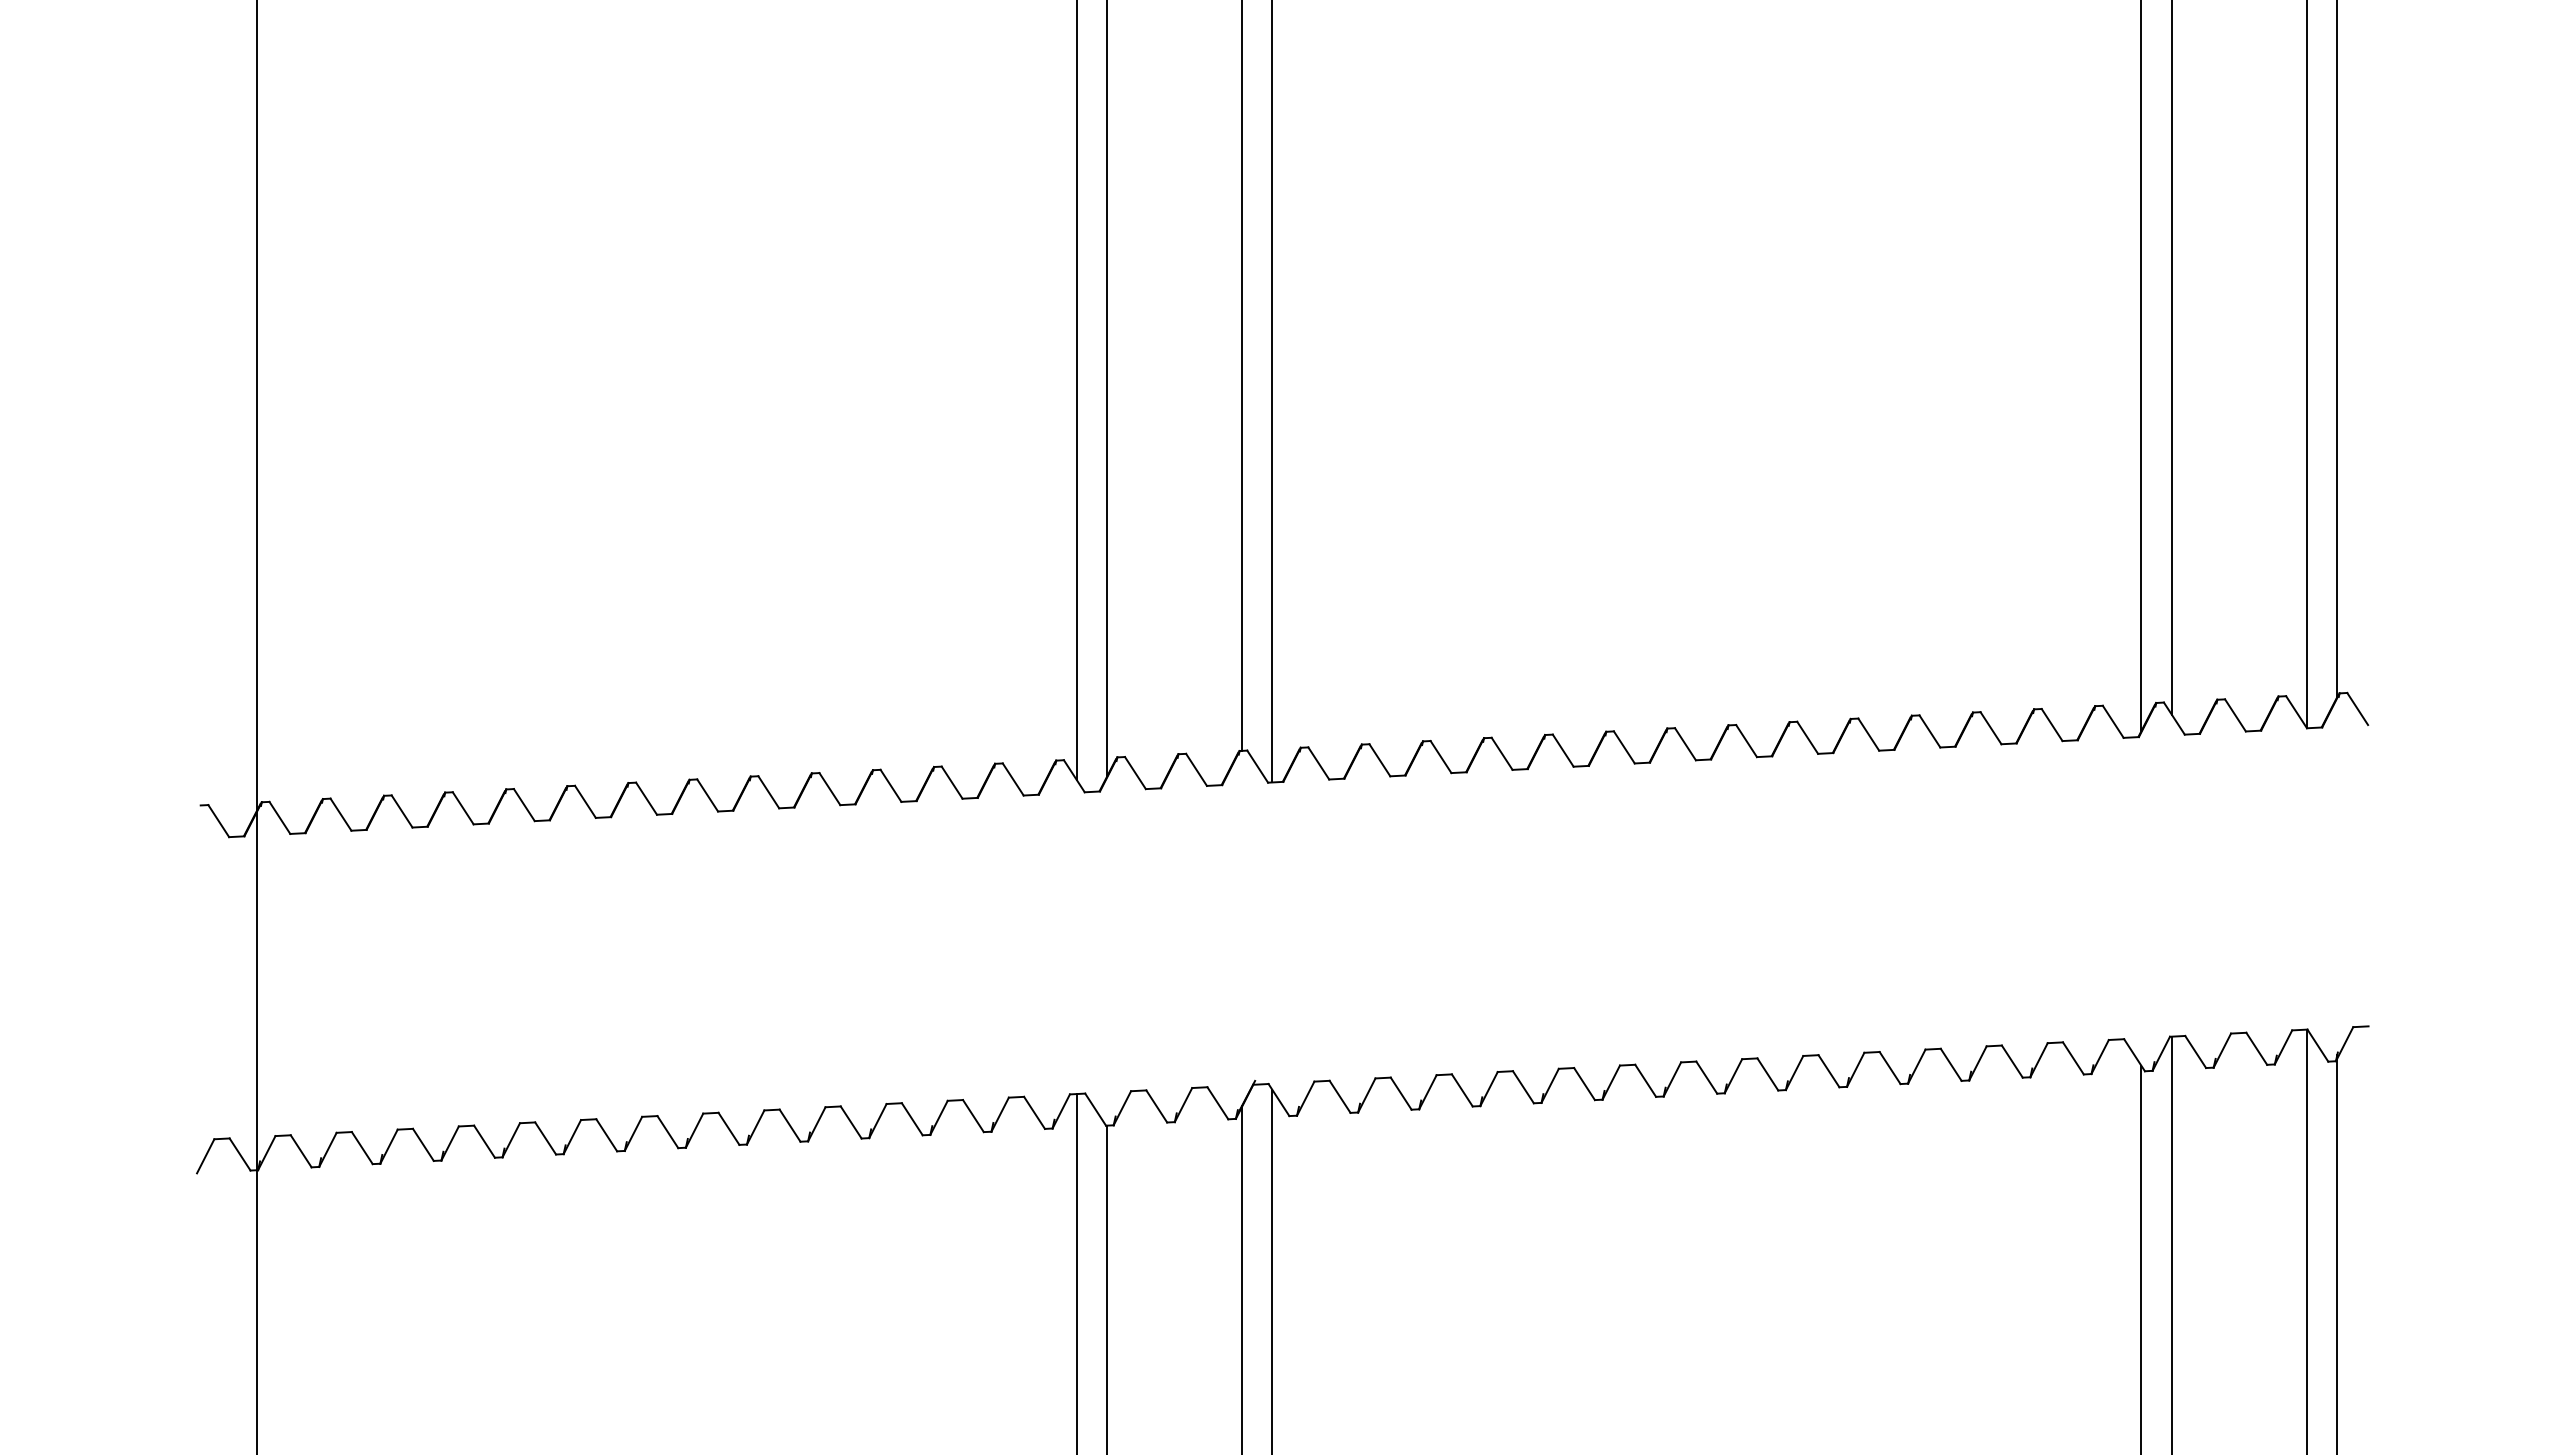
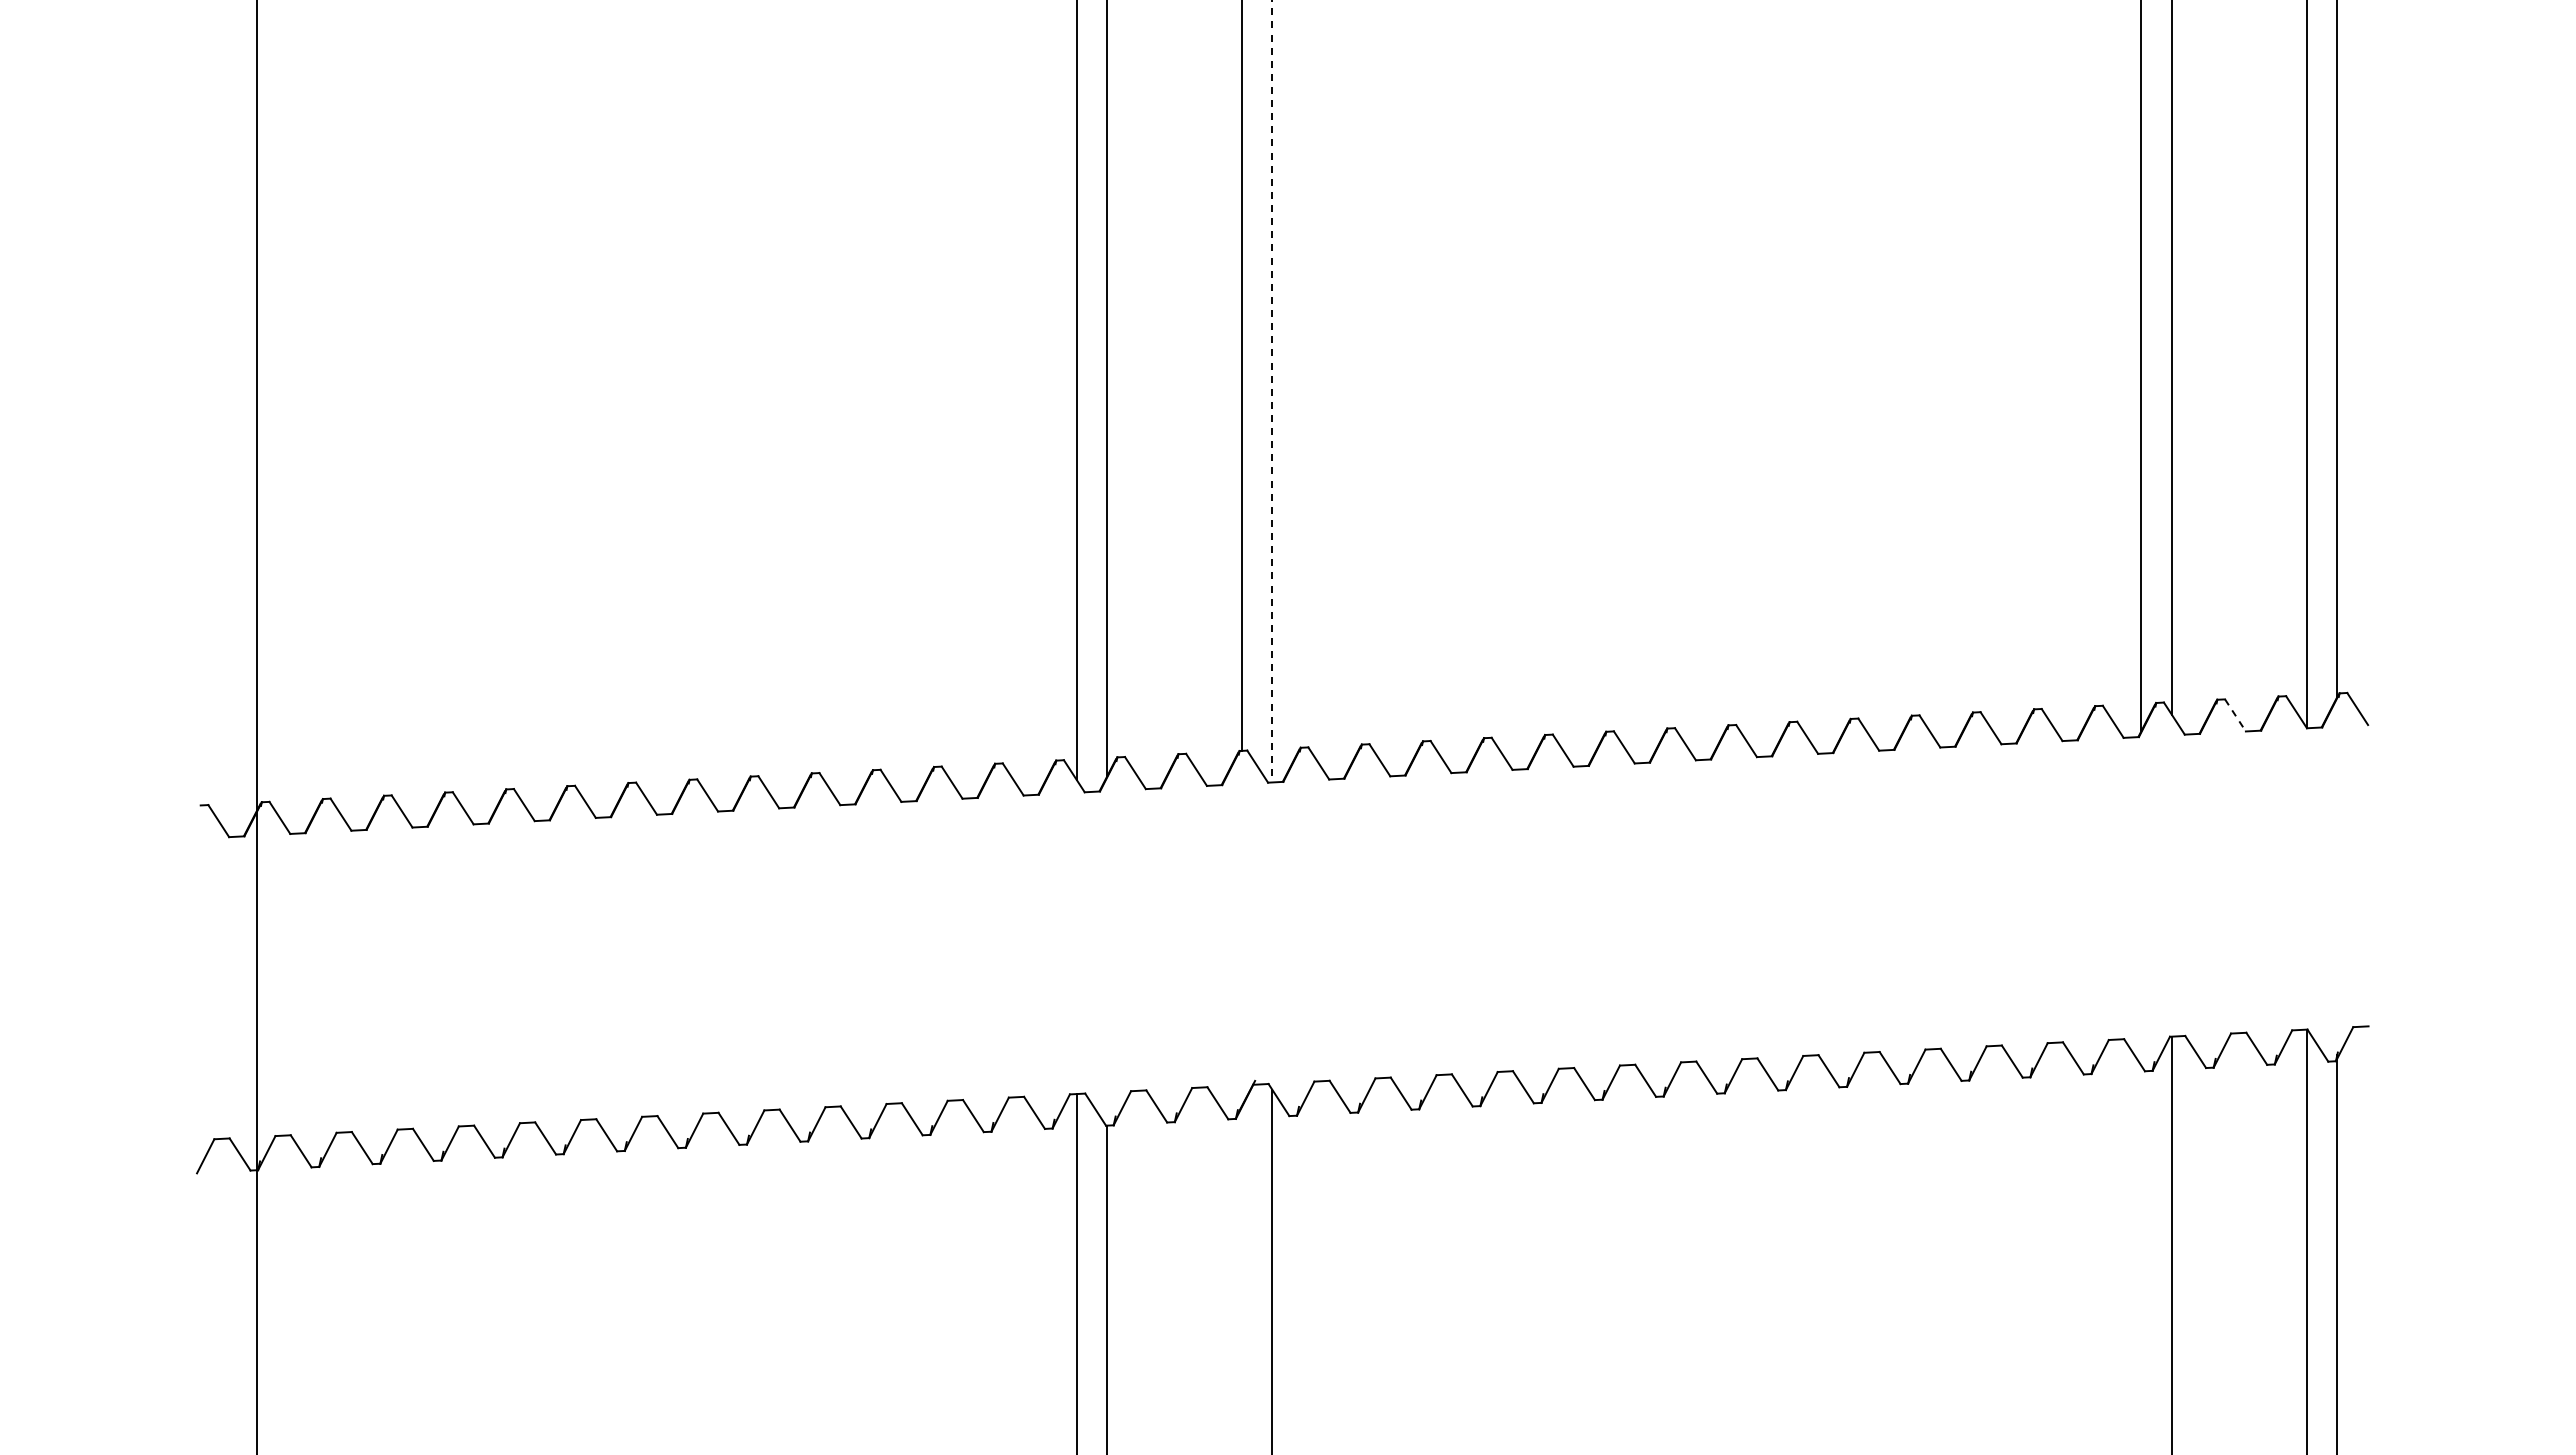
line at (1272, 391): solid -> dashed
line at (2235, 715): solid -> dashed
line at (2141, 1258): present -> none
line at (1241, 1278): present -> none
